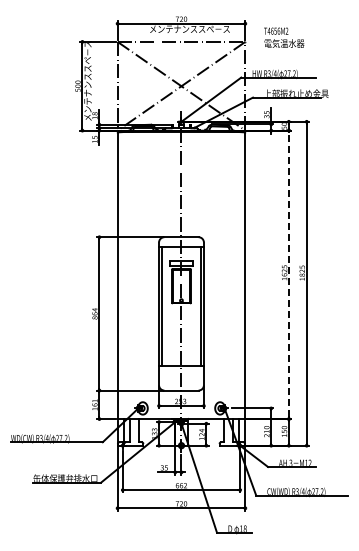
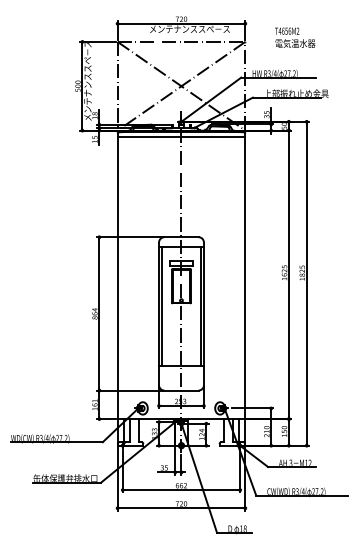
text at (284, 37) position: (284, 37) -> (295, 37)
line at (181, 136): none -> present
line at (288, 274): dashed -> solid
